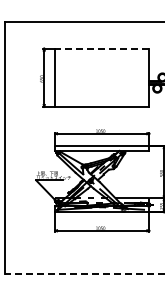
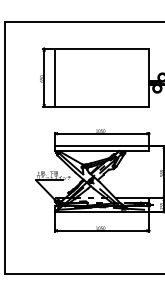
line at (101, 48): dashed -> solid
line at (84, 274): dashed -> solid
